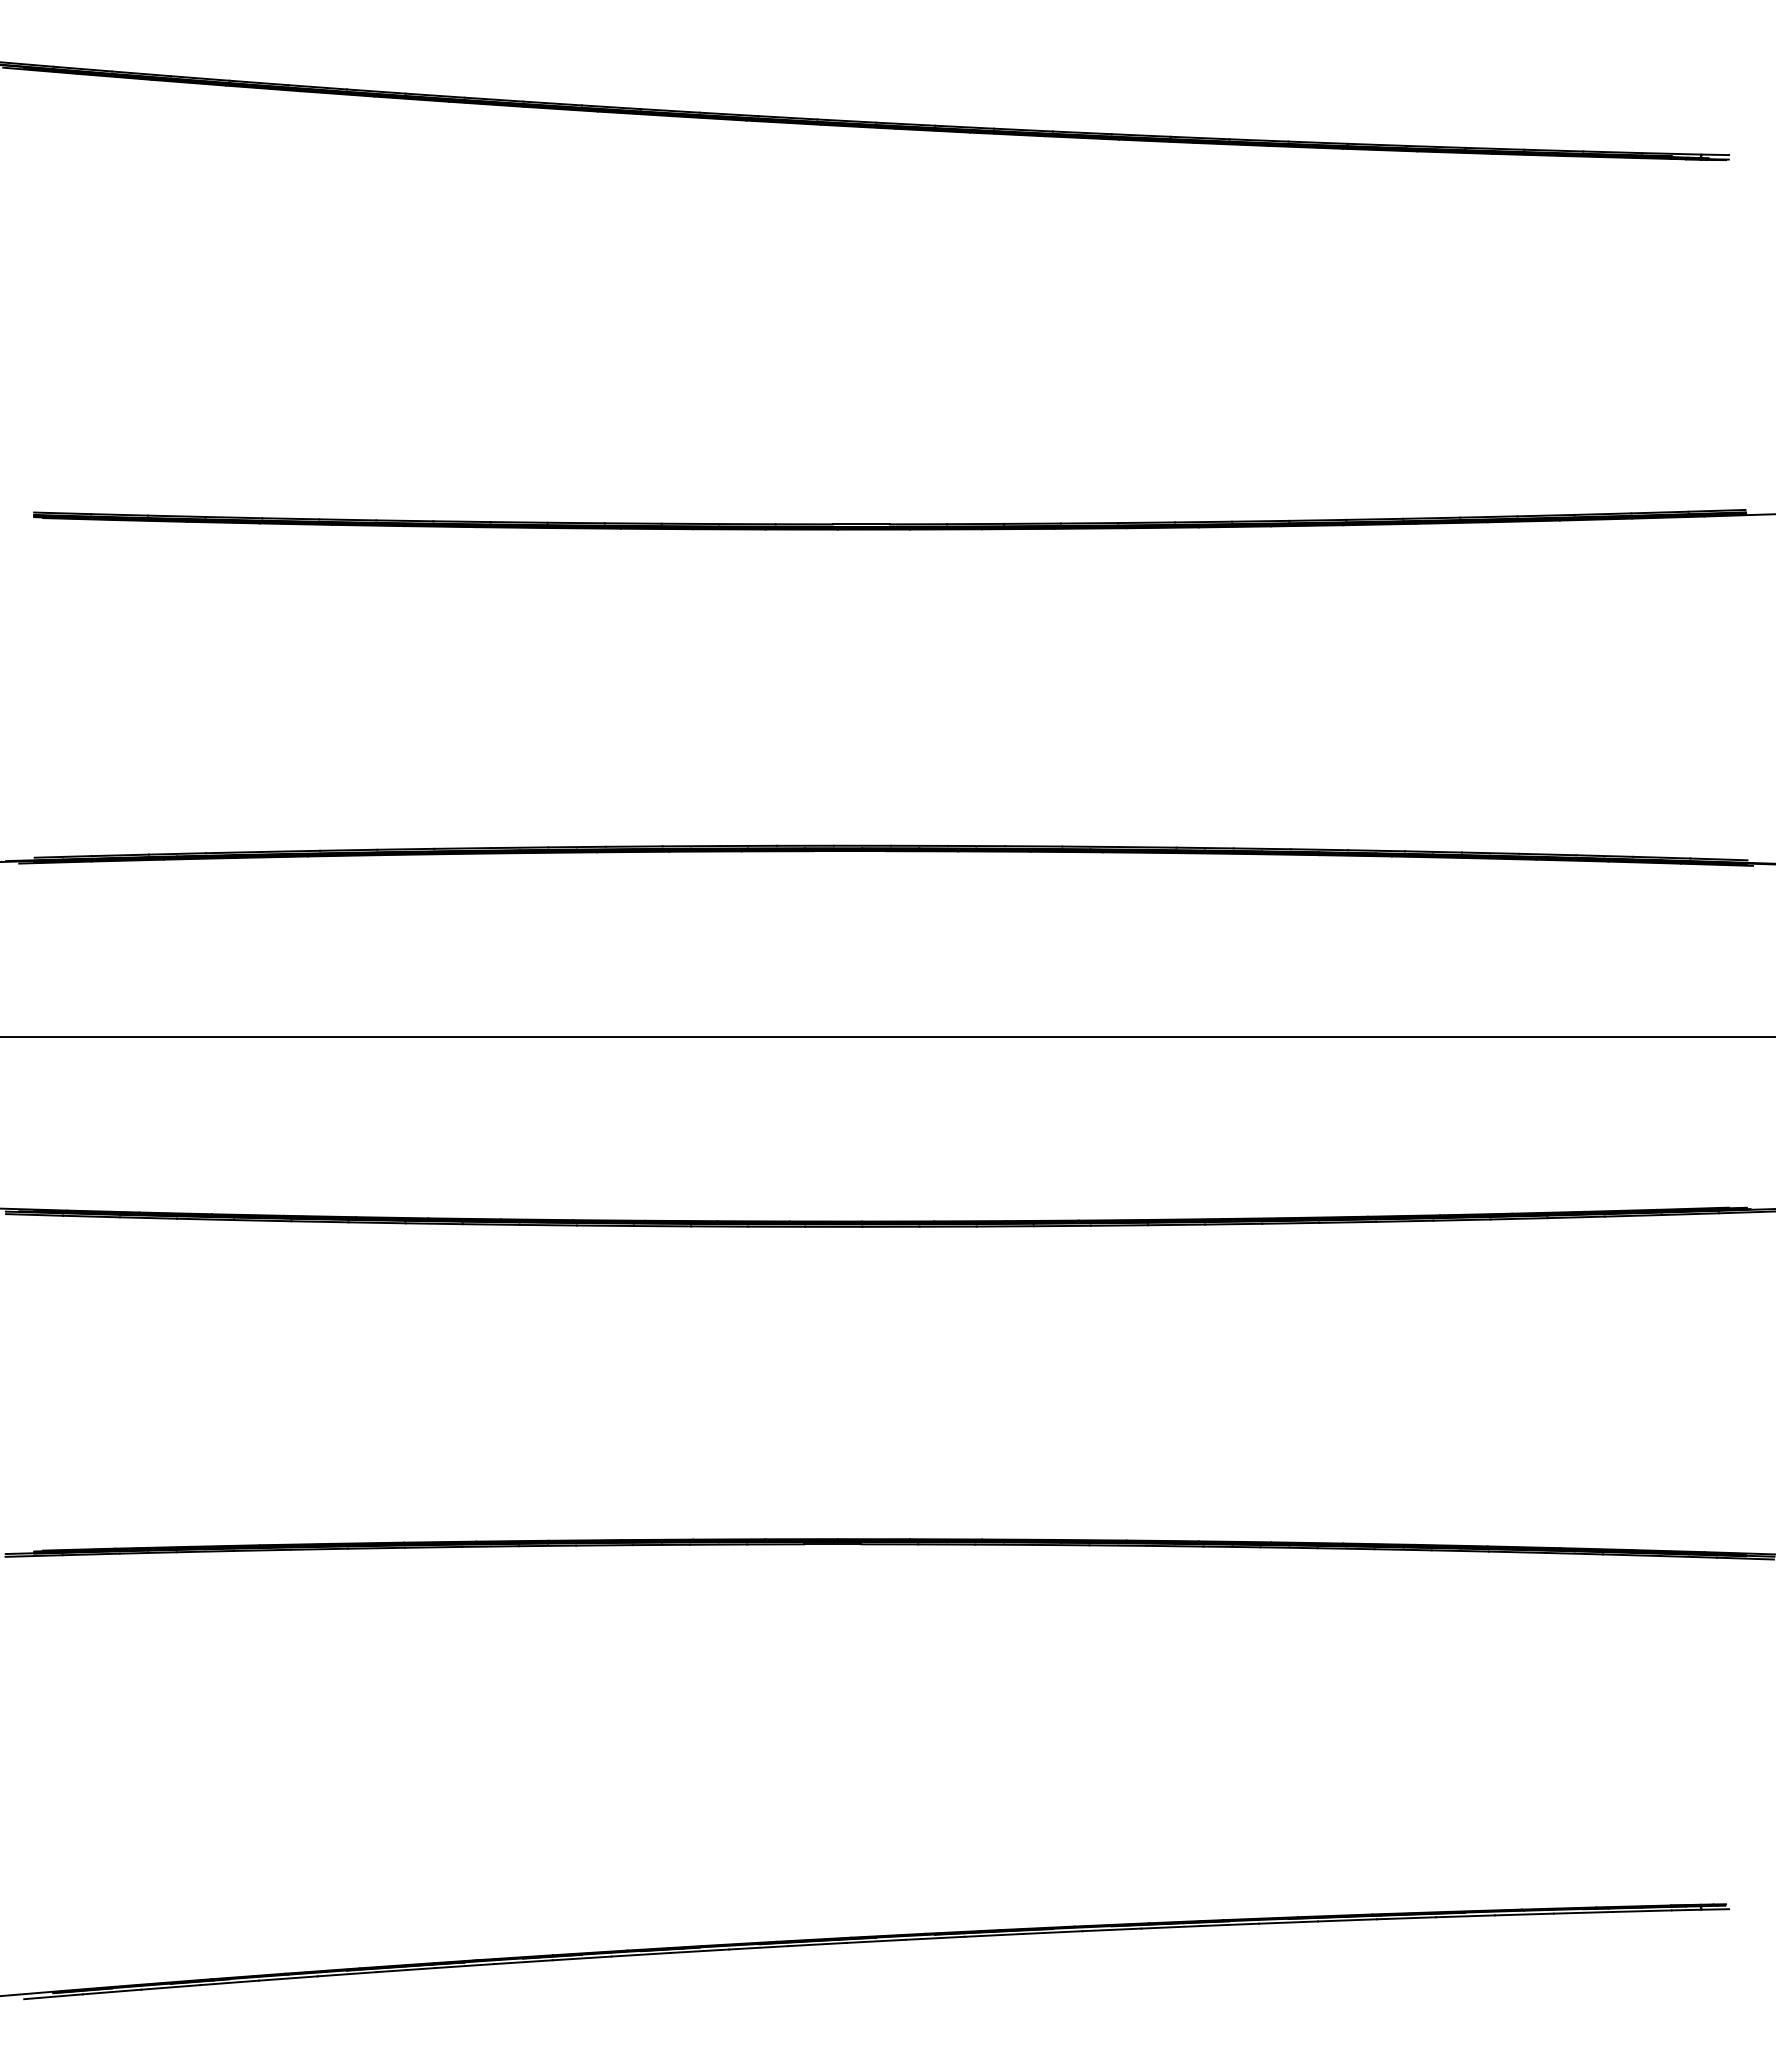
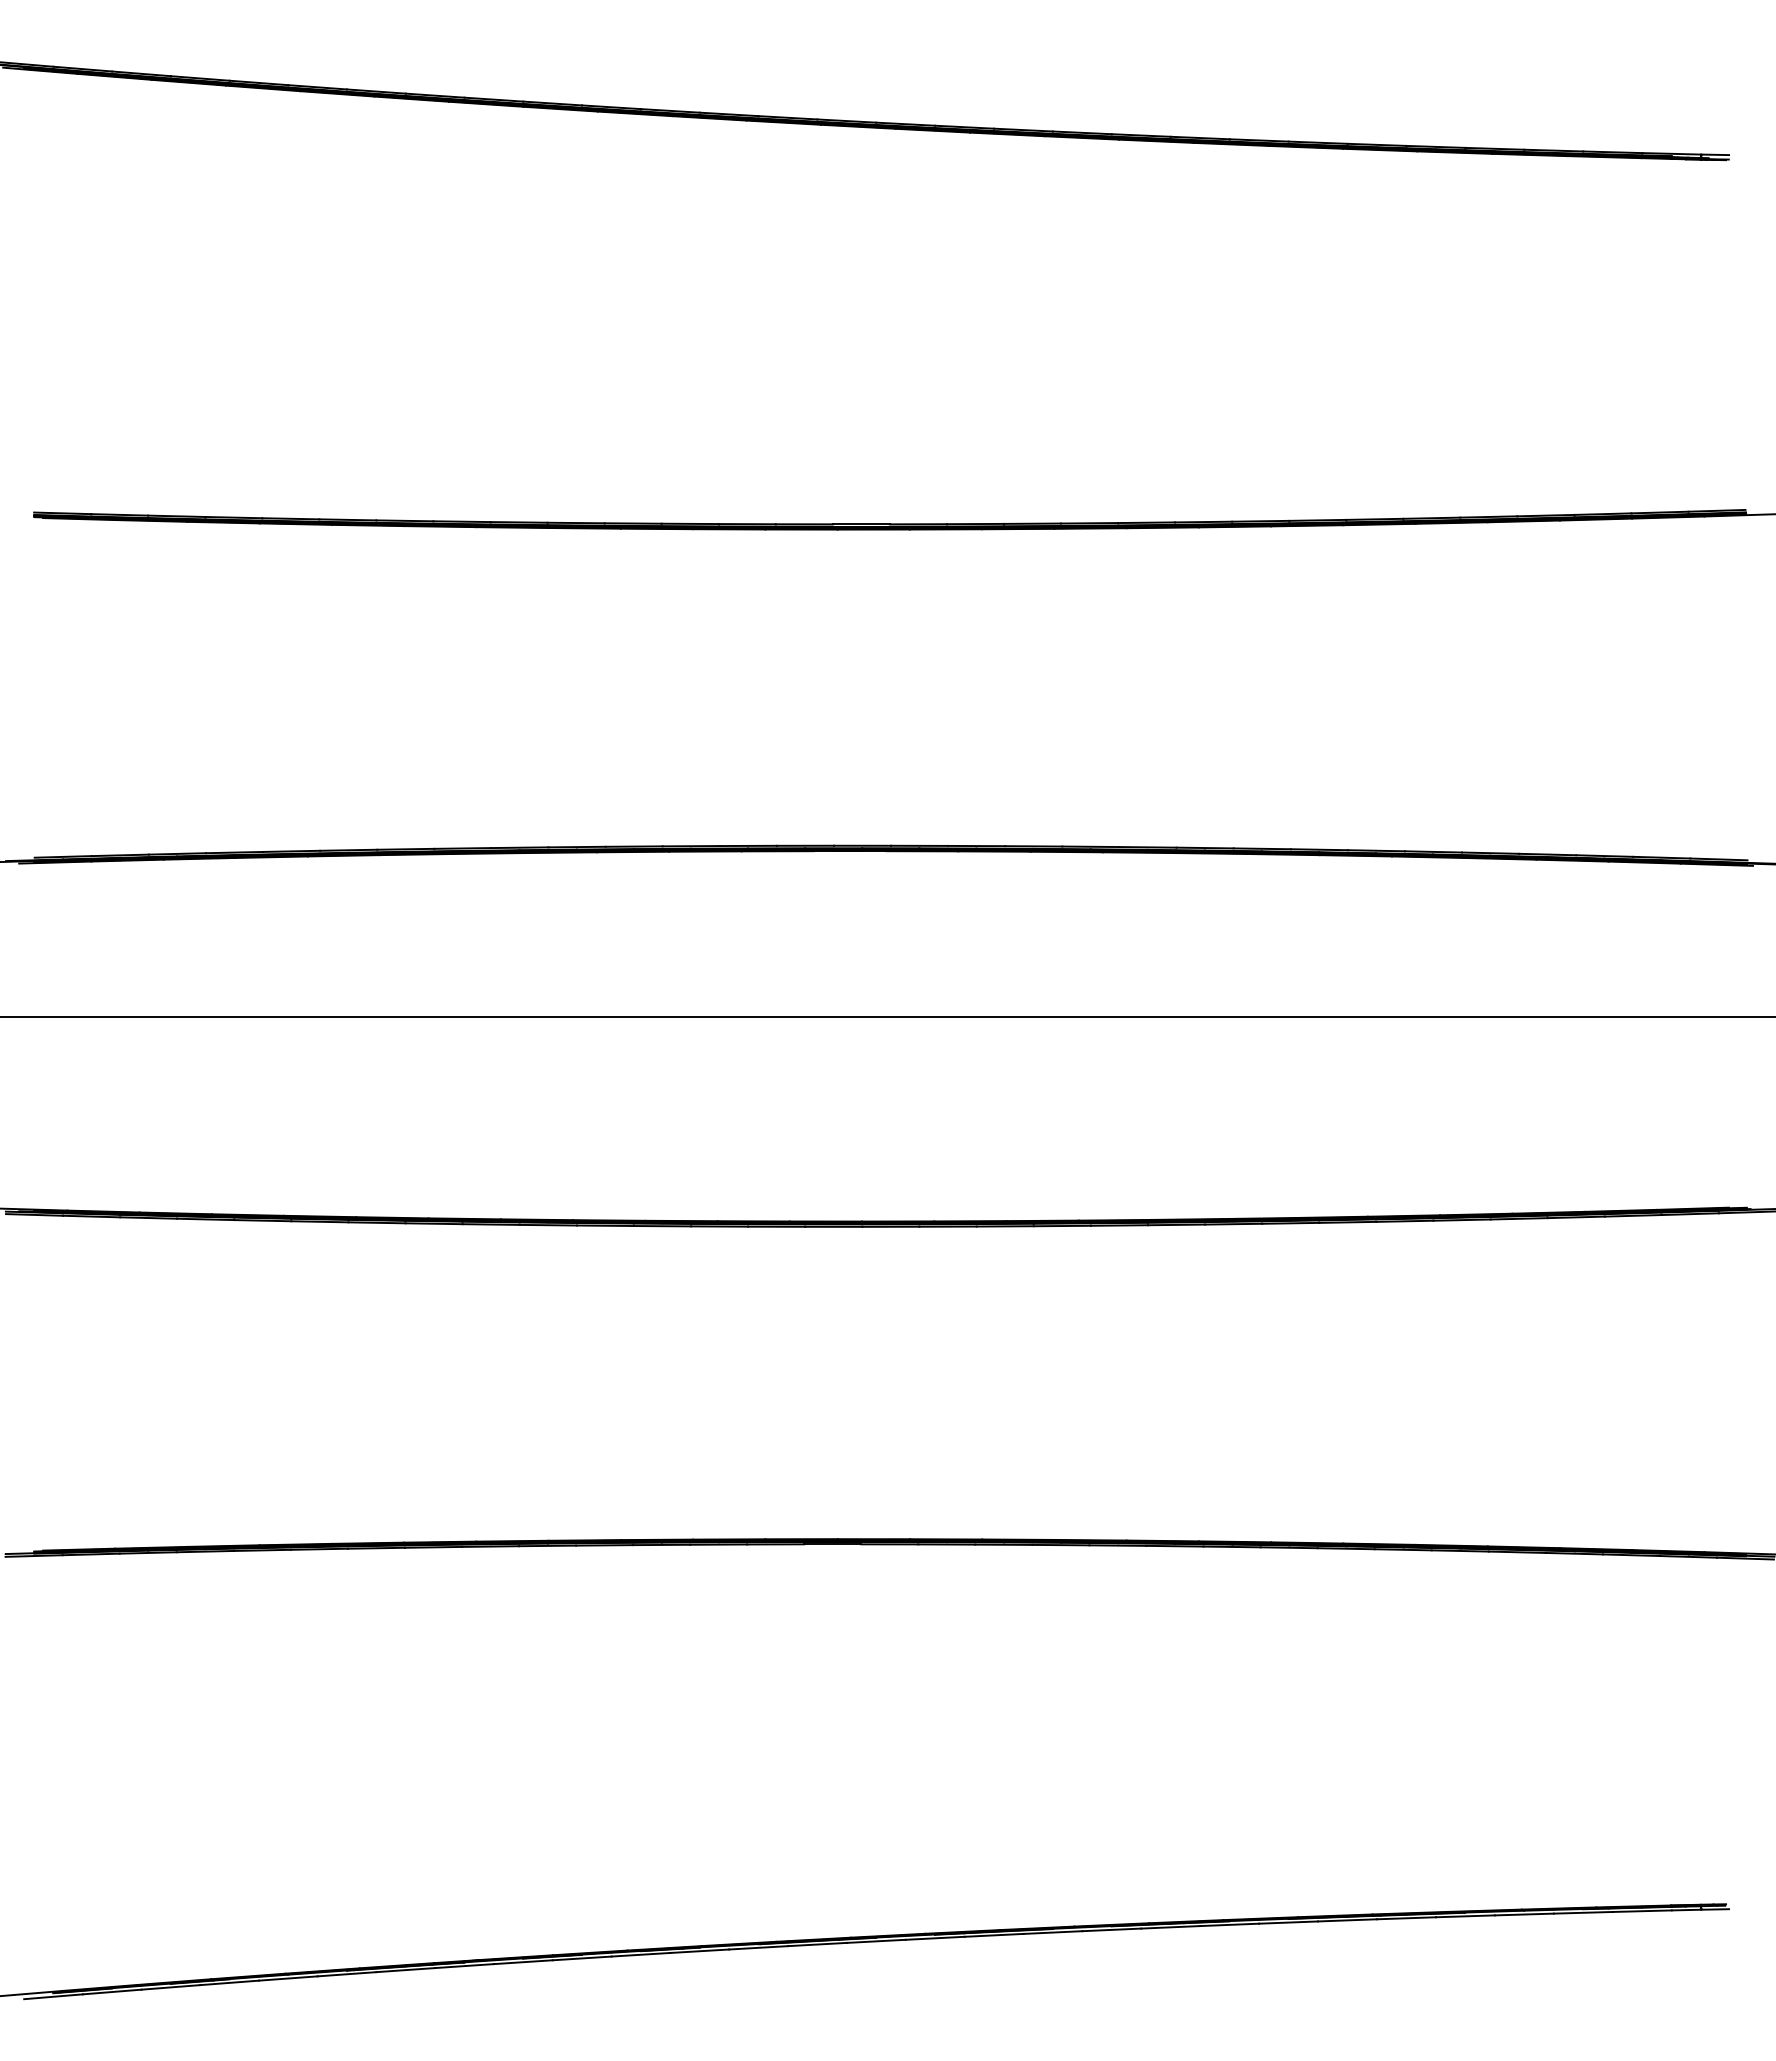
line at (887, 1037) position: (887, 1037) -> (887, 1017)
